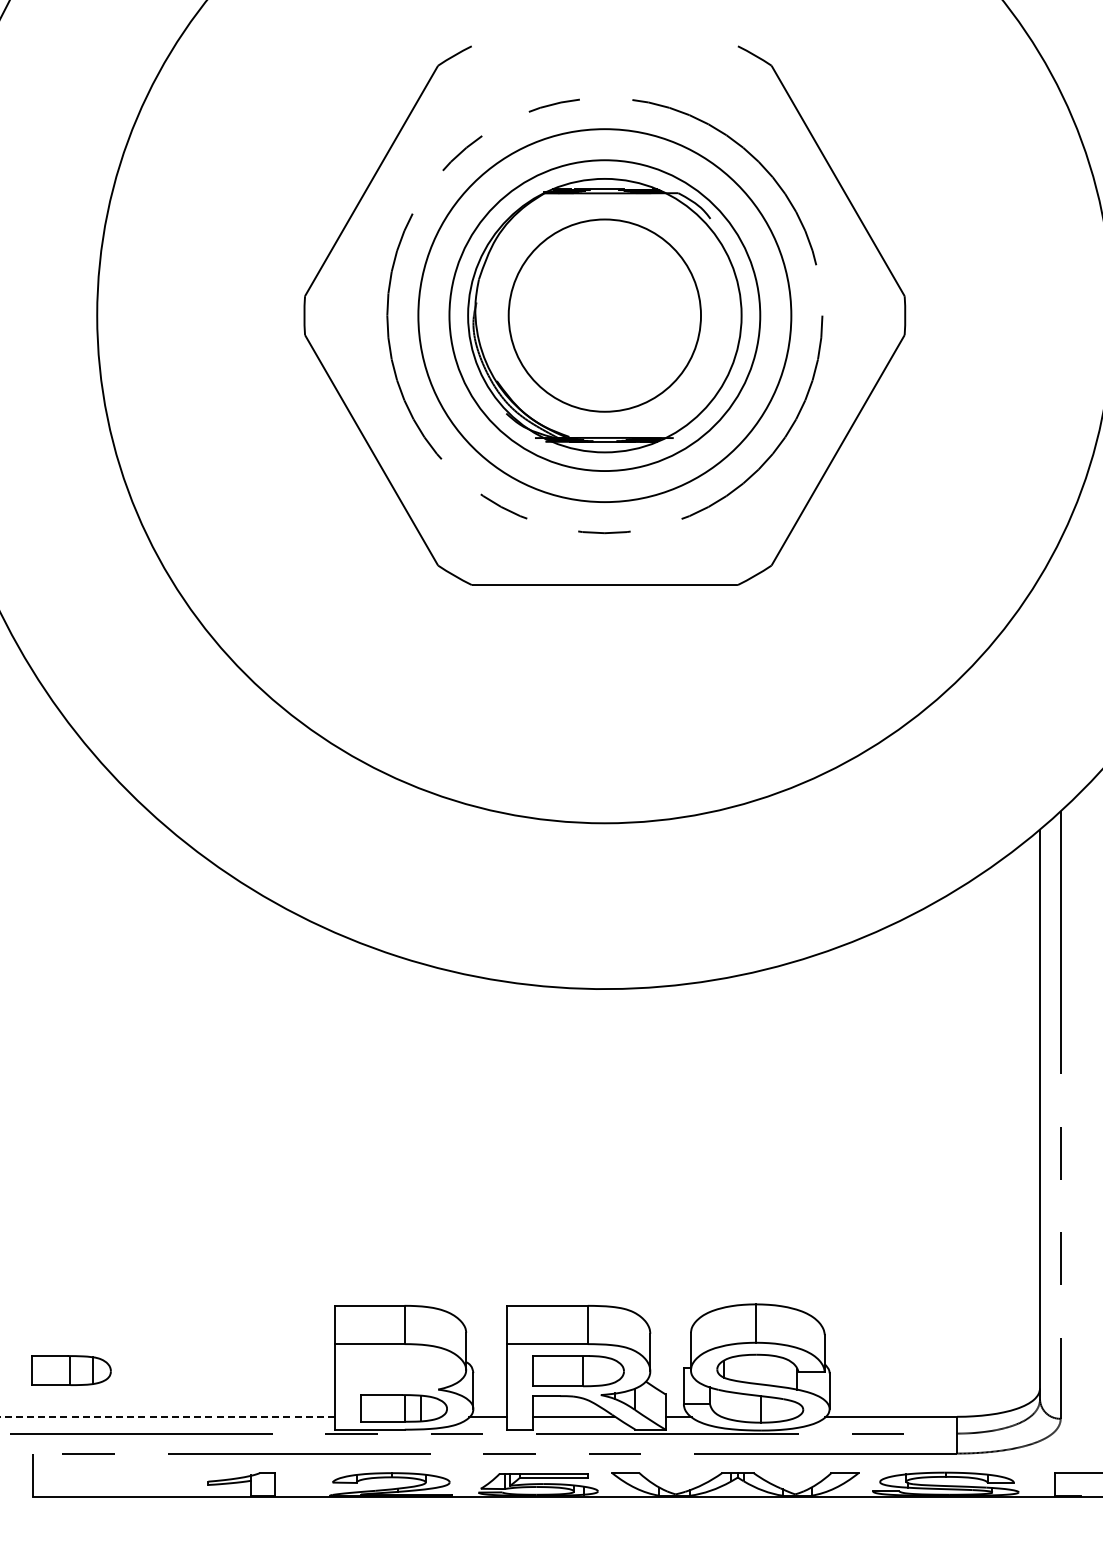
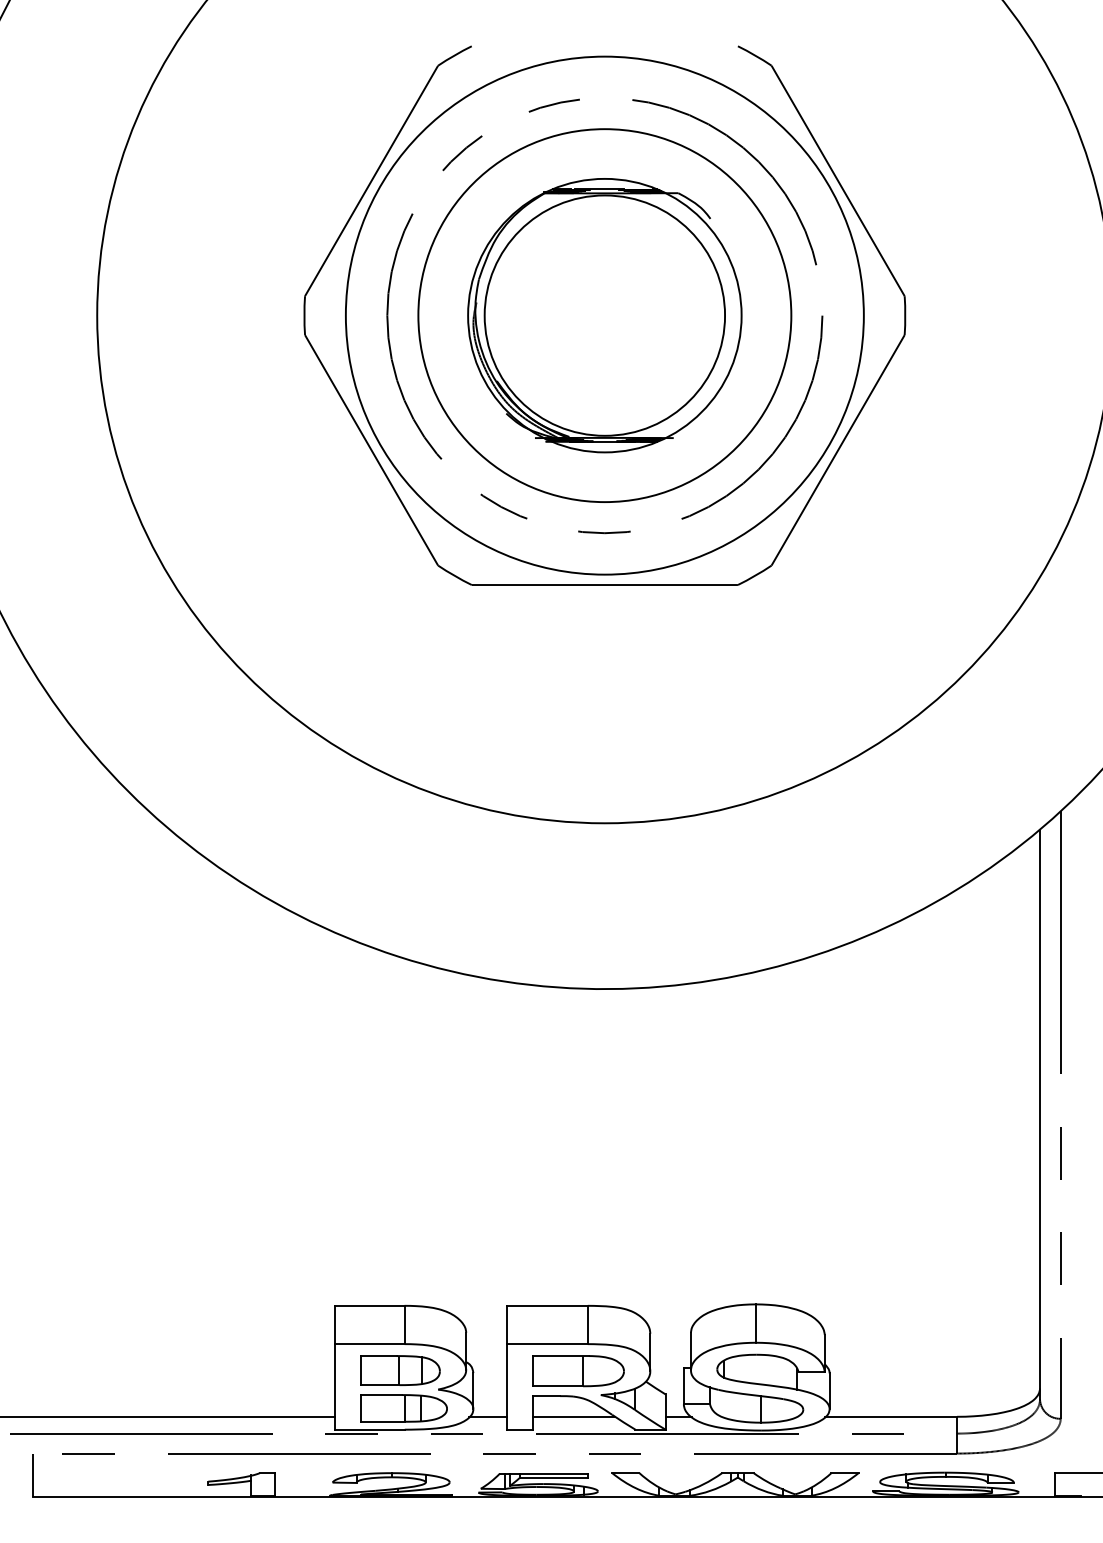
circle at (604, 315) diameter: 192 px -> 240 px
circle at (604, 315) diameter: 311 px -> 518 px
part at (71, 1370) position: (71, 1370) -> (400, 1370)
line at (168, 1416): dashed -> solid
